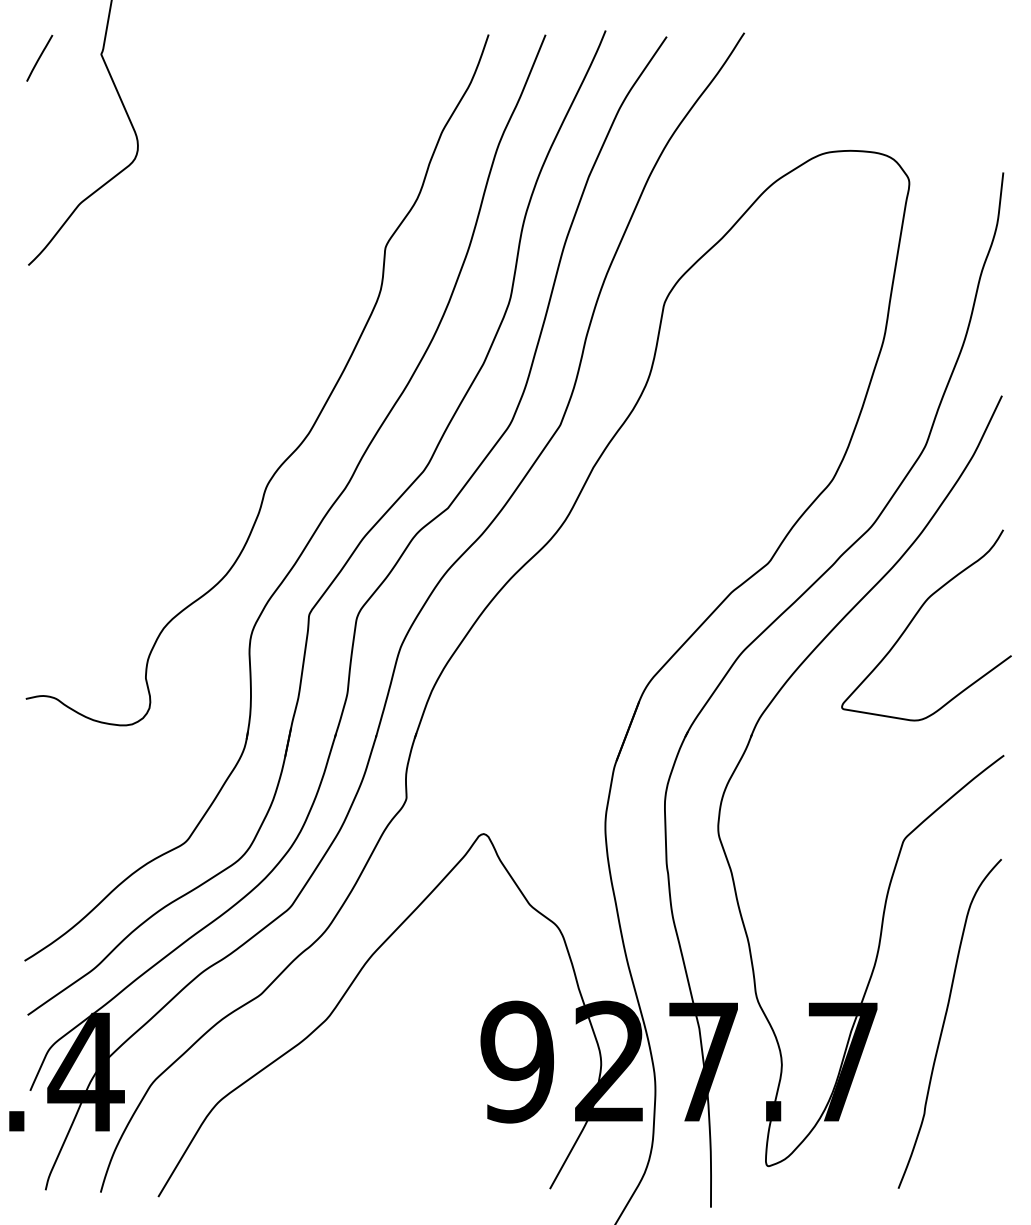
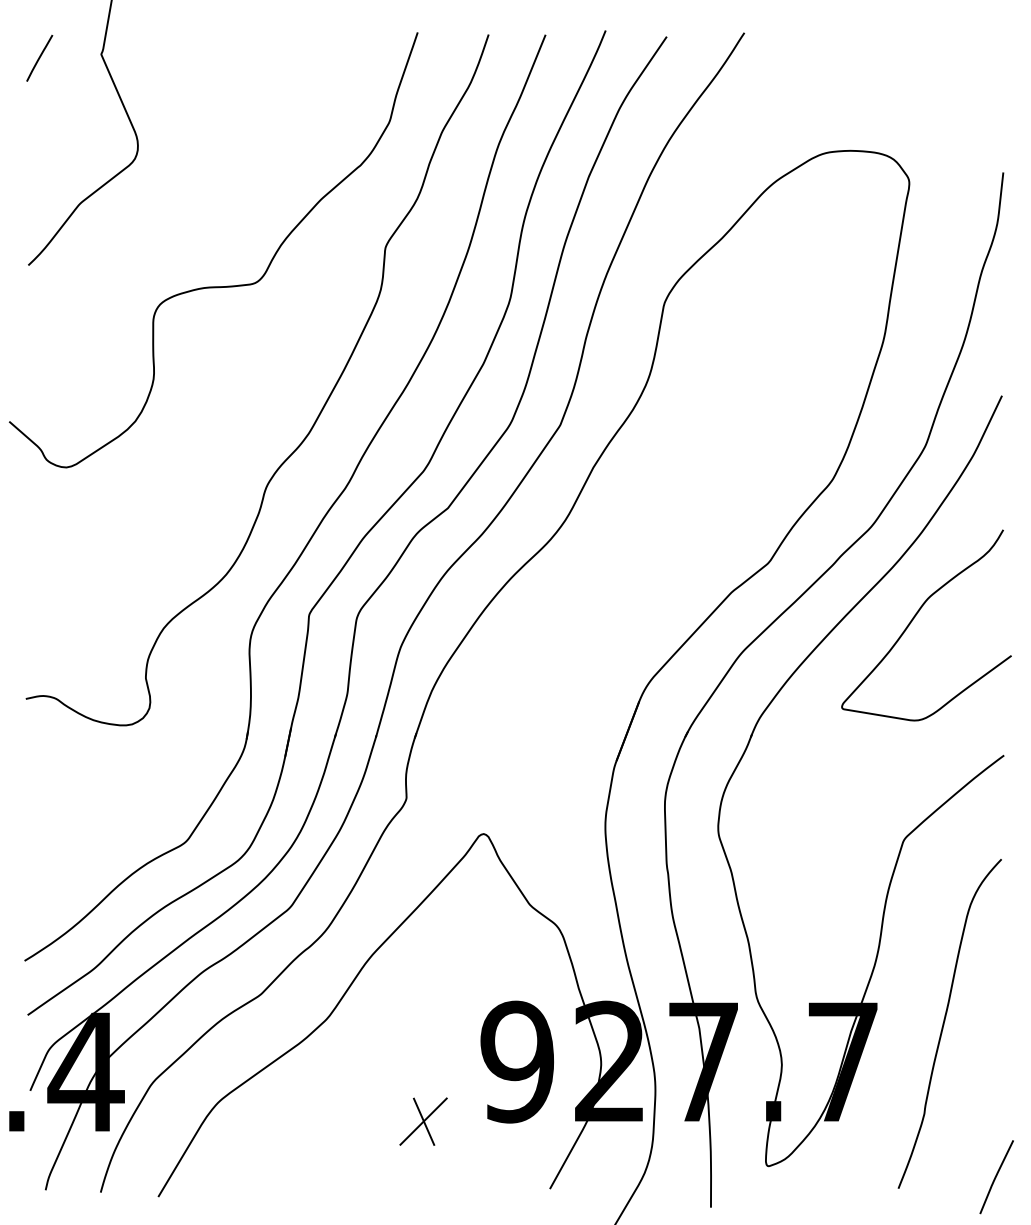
curve at (213, 286): none -> present
part at (423, 1121): none -> present
curve at (996, 1177): none -> present
